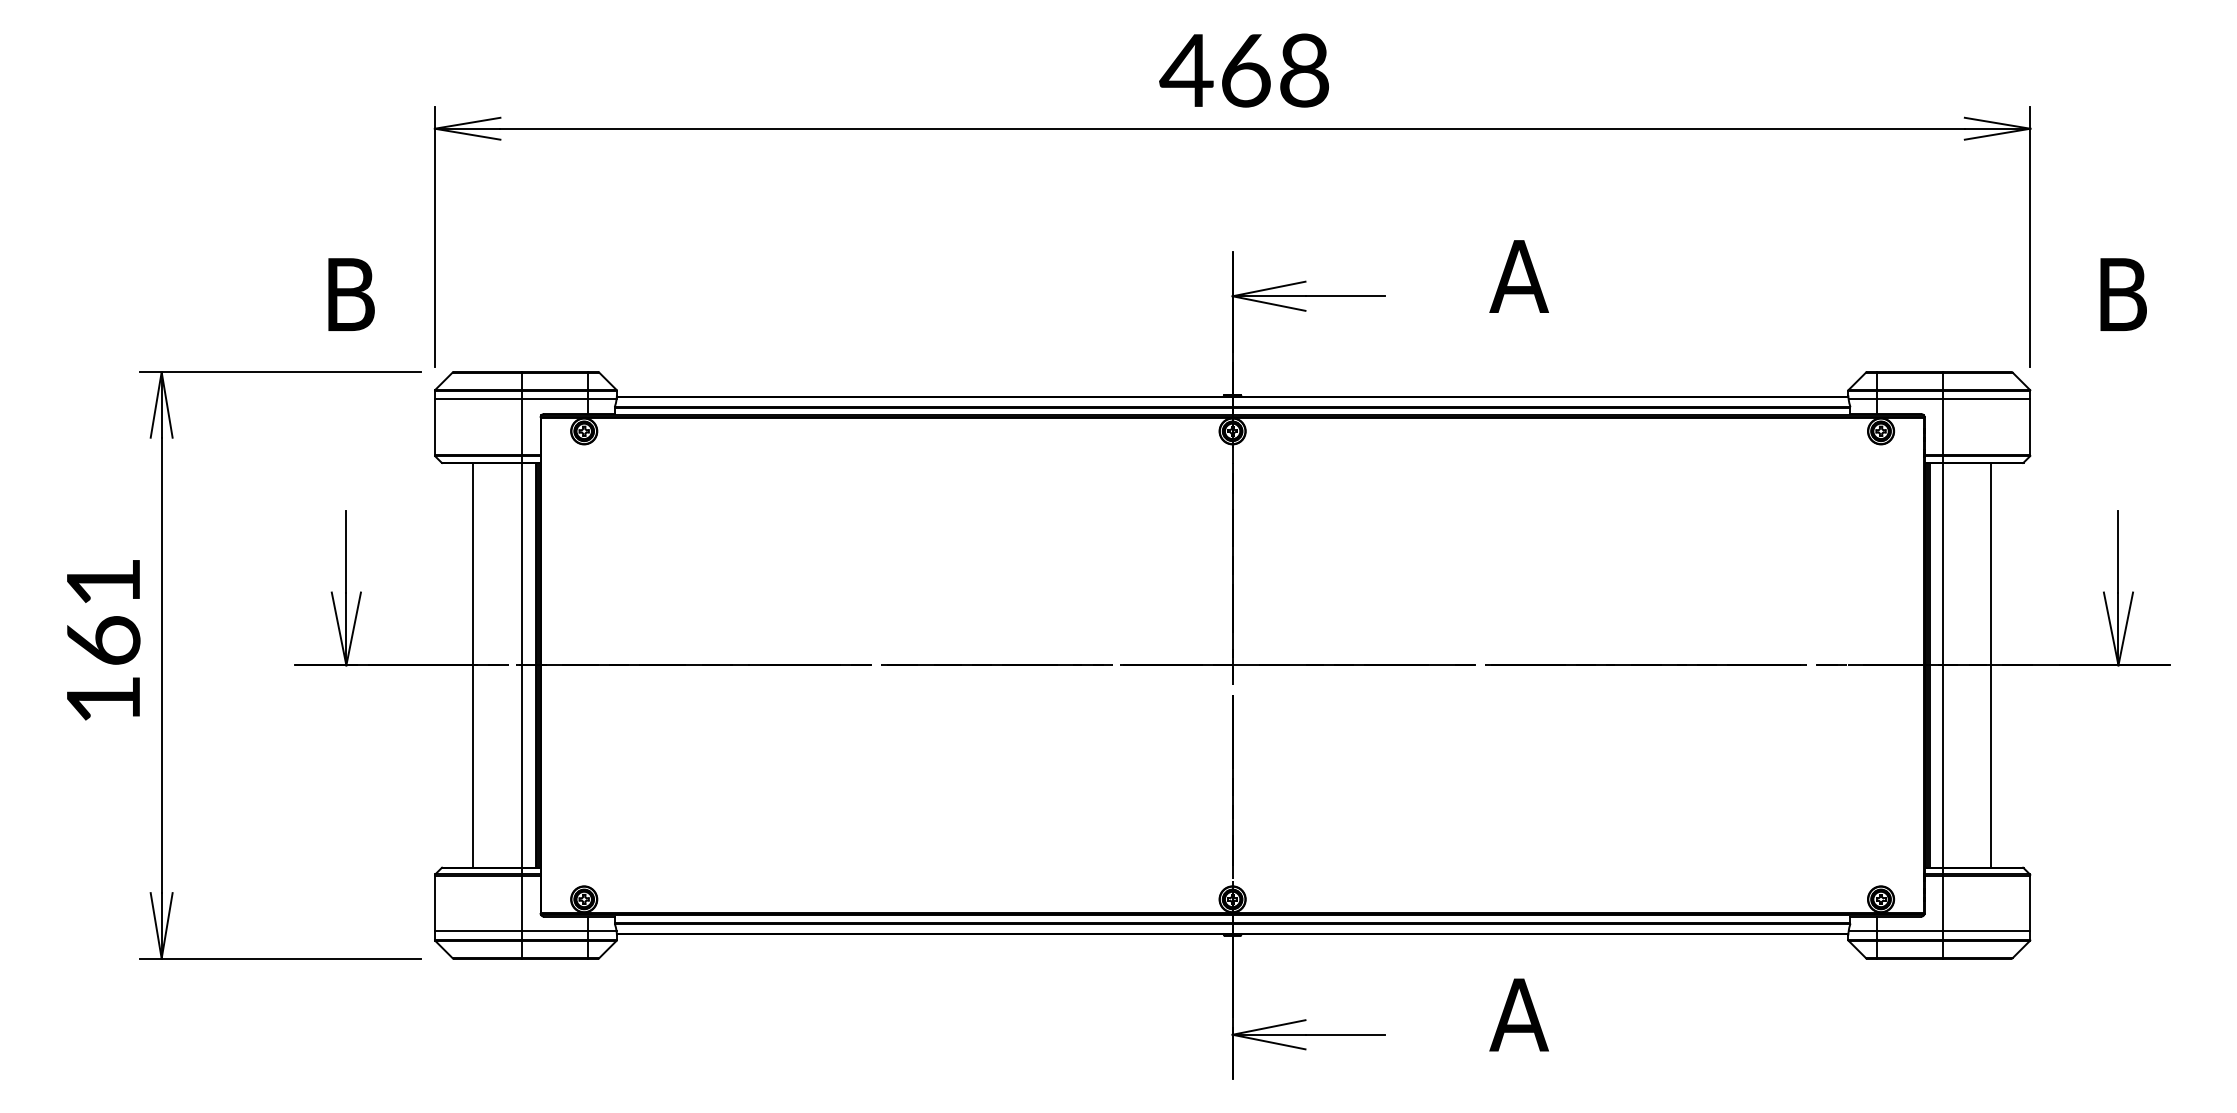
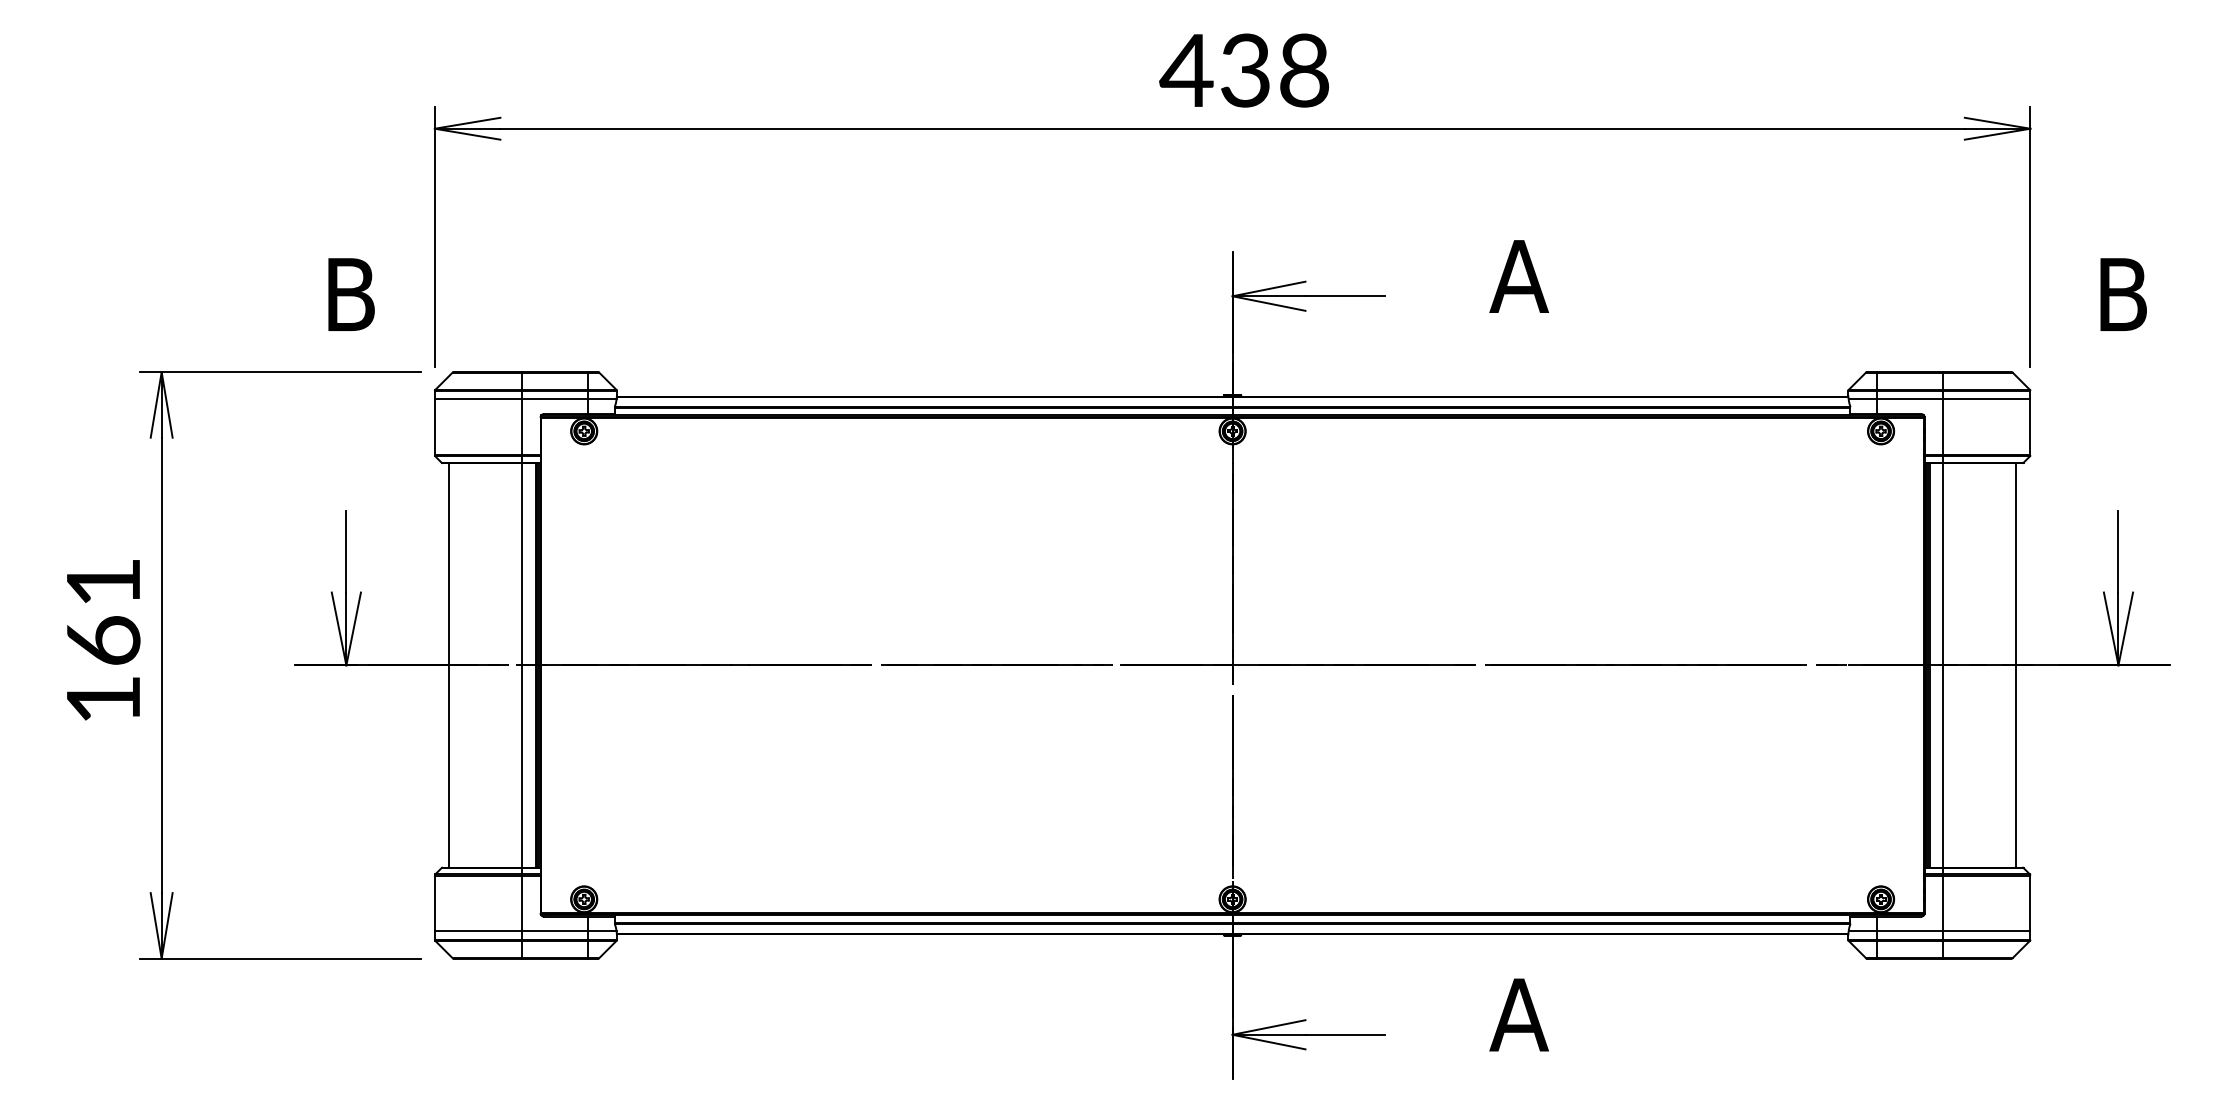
text at (1245, 70): 468 -> 438
line at (473, 665) position: (473, 665) -> (449, 665)
line at (1990, 665) position: (1990, 665) -> (2015, 665)
